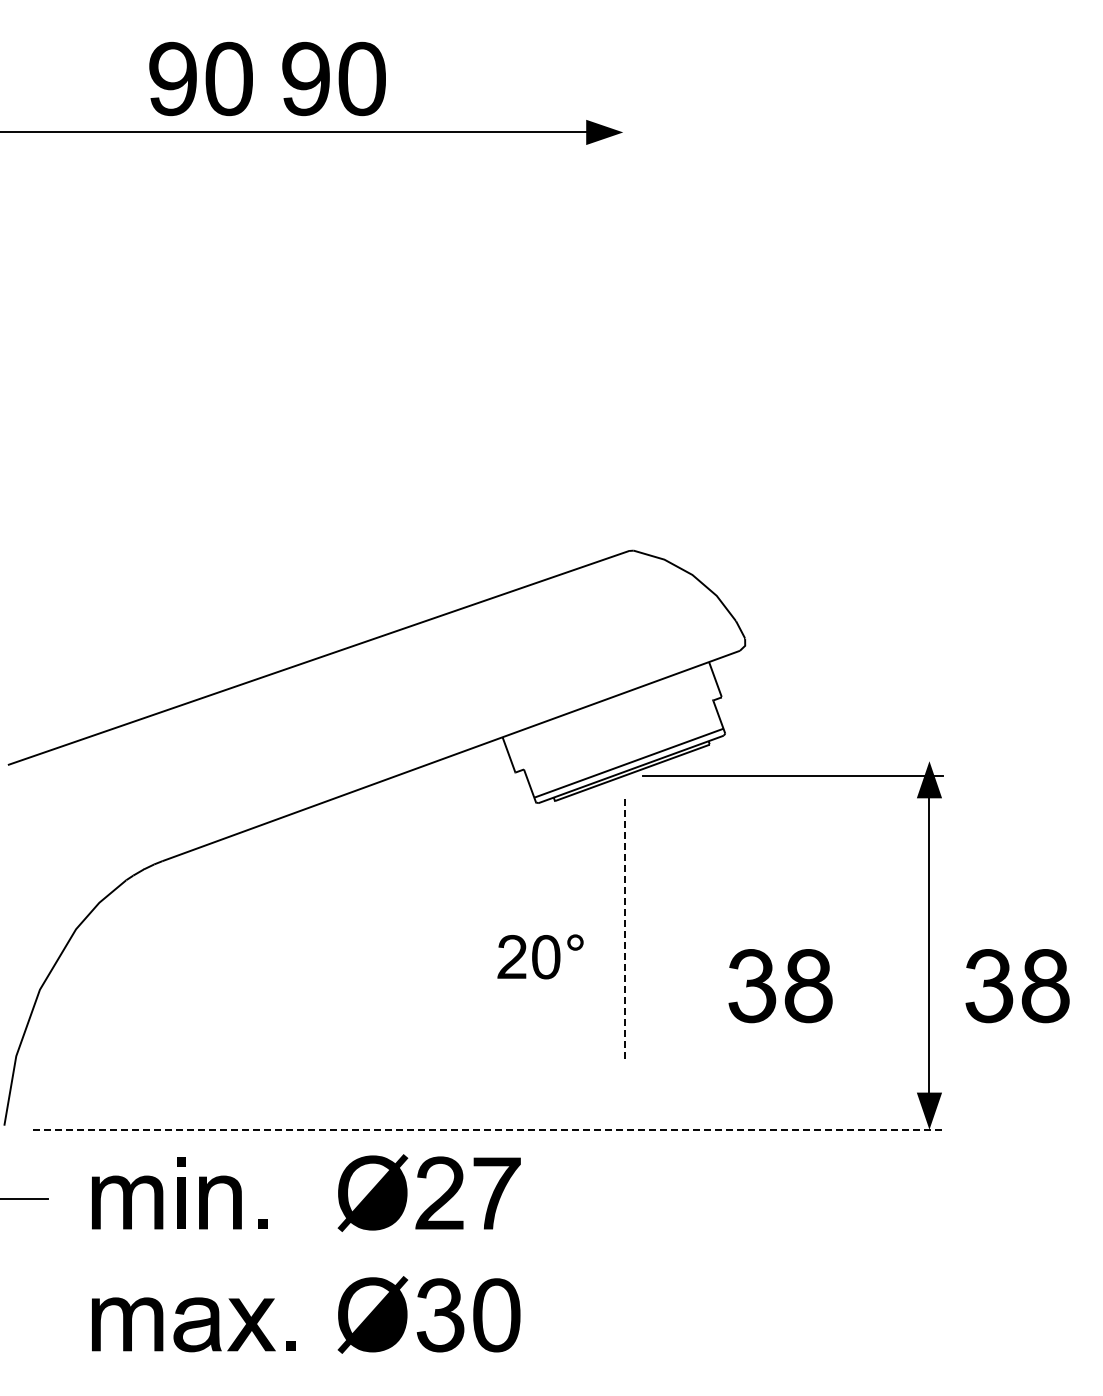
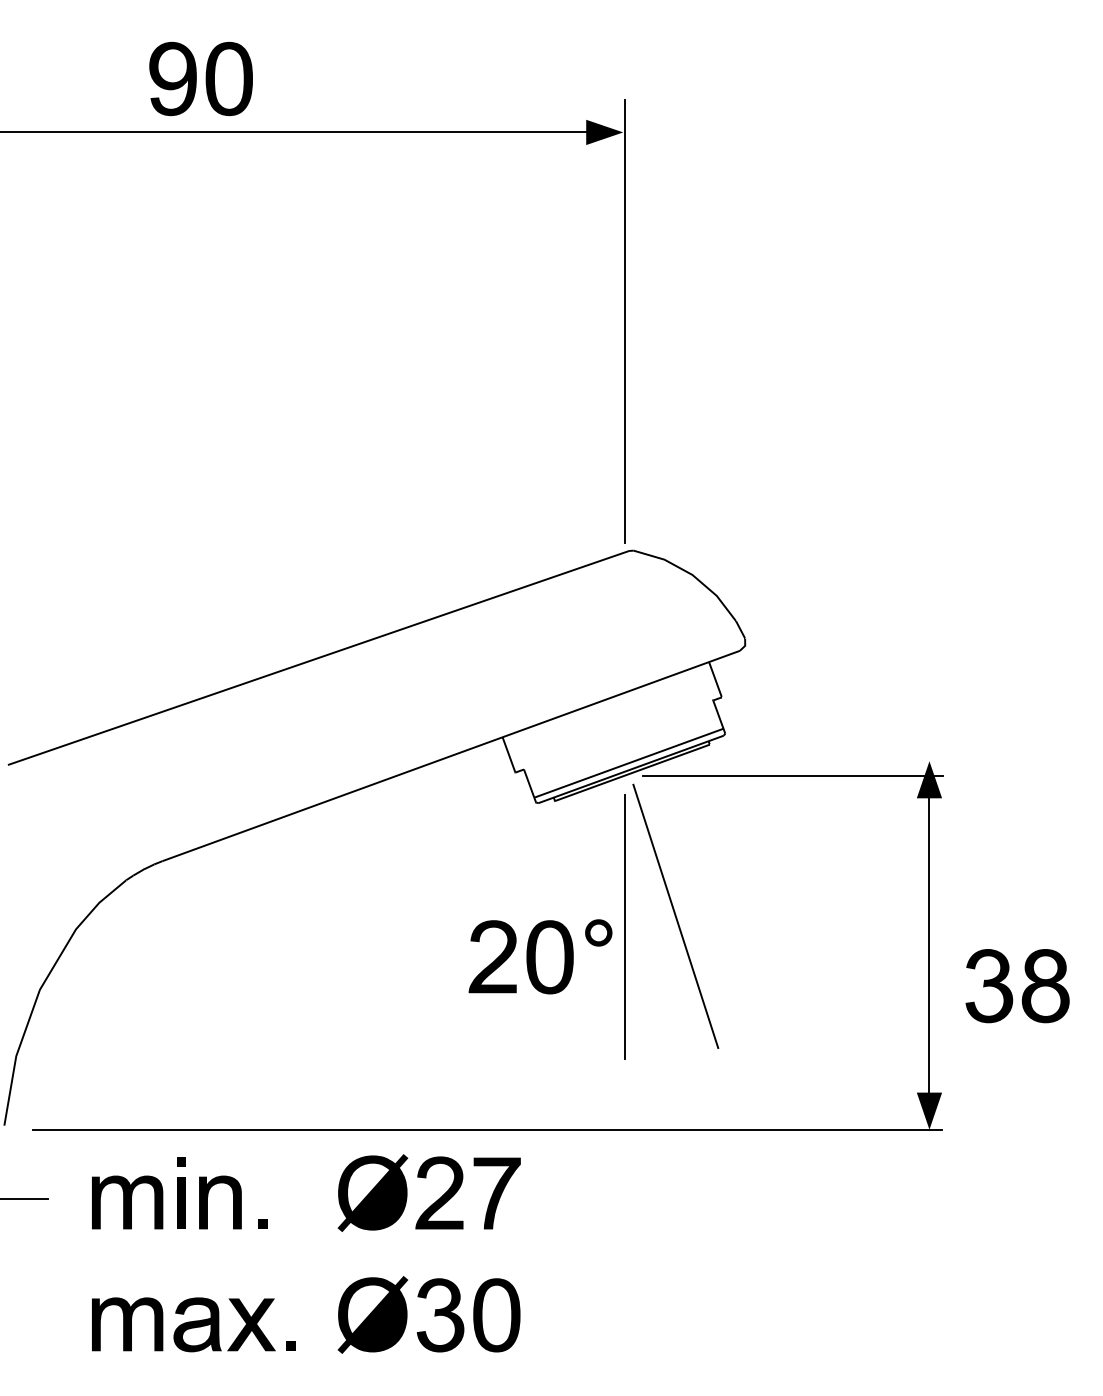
part at (333, 78): present -> none
line at (624, 321): none -> present
line at (675, 916): none -> present
line at (624, 926): dashed -> solid
part at (540, 956) size: 87x46 px -> 145x76 px
part at (774, 991): present -> none
line at (488, 1129): dashed -> solid
